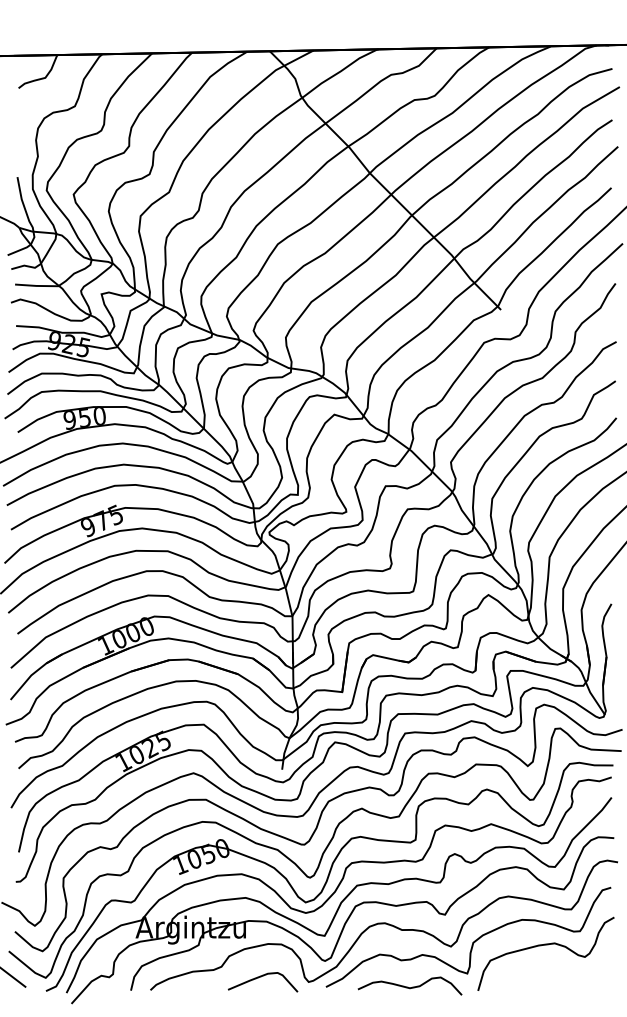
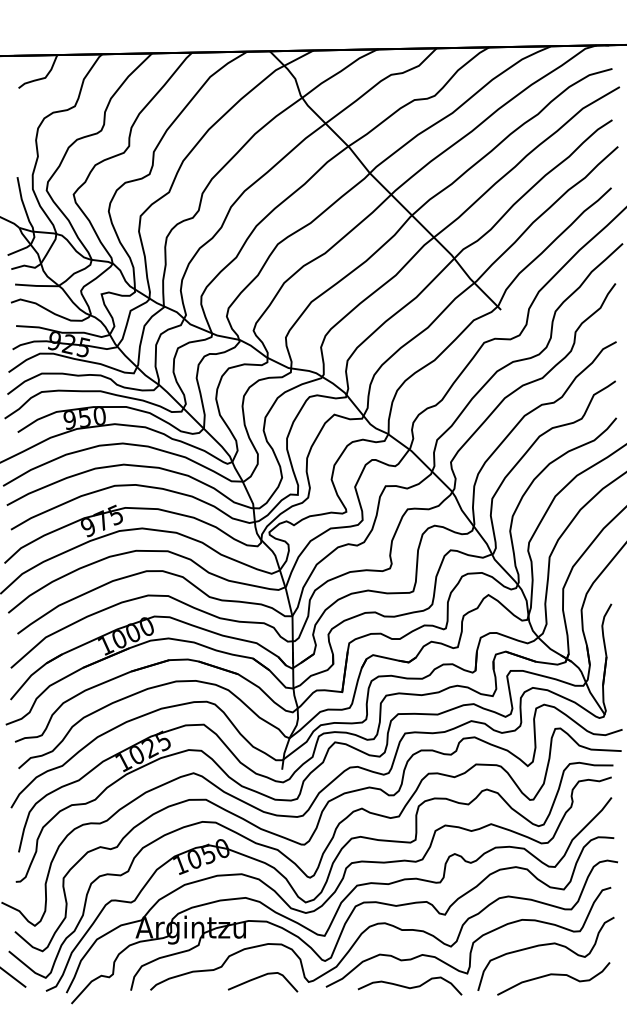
part at (553, 978): none -> present
